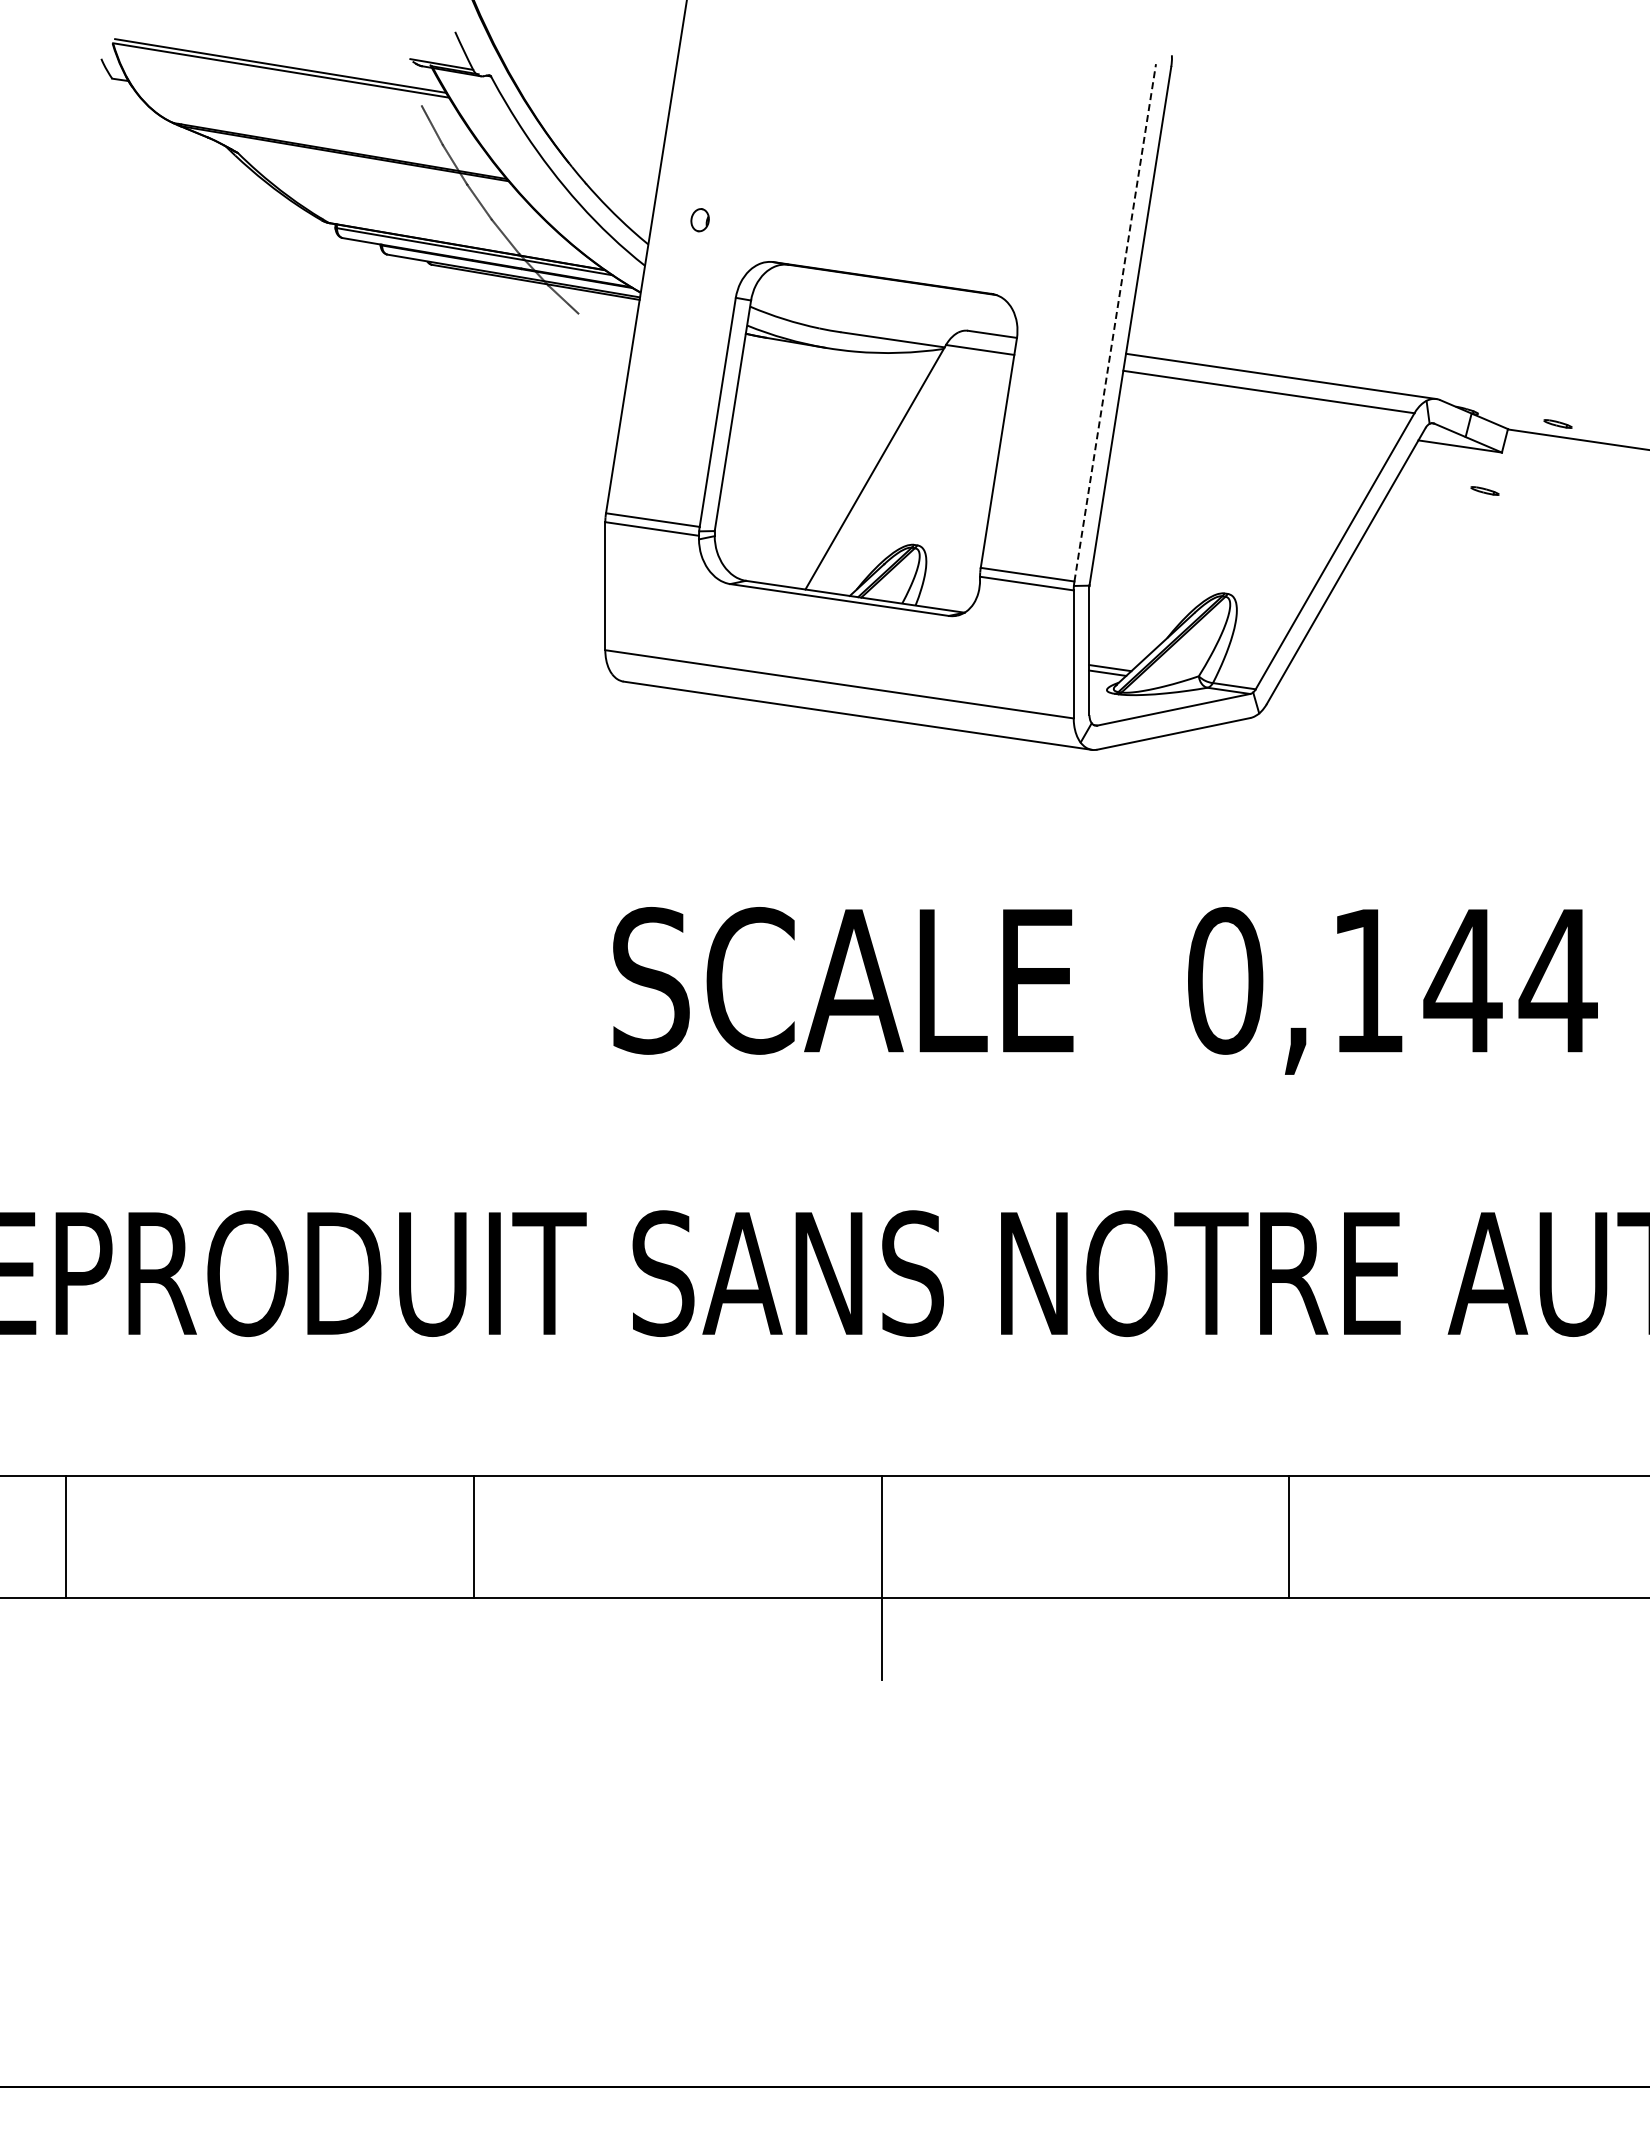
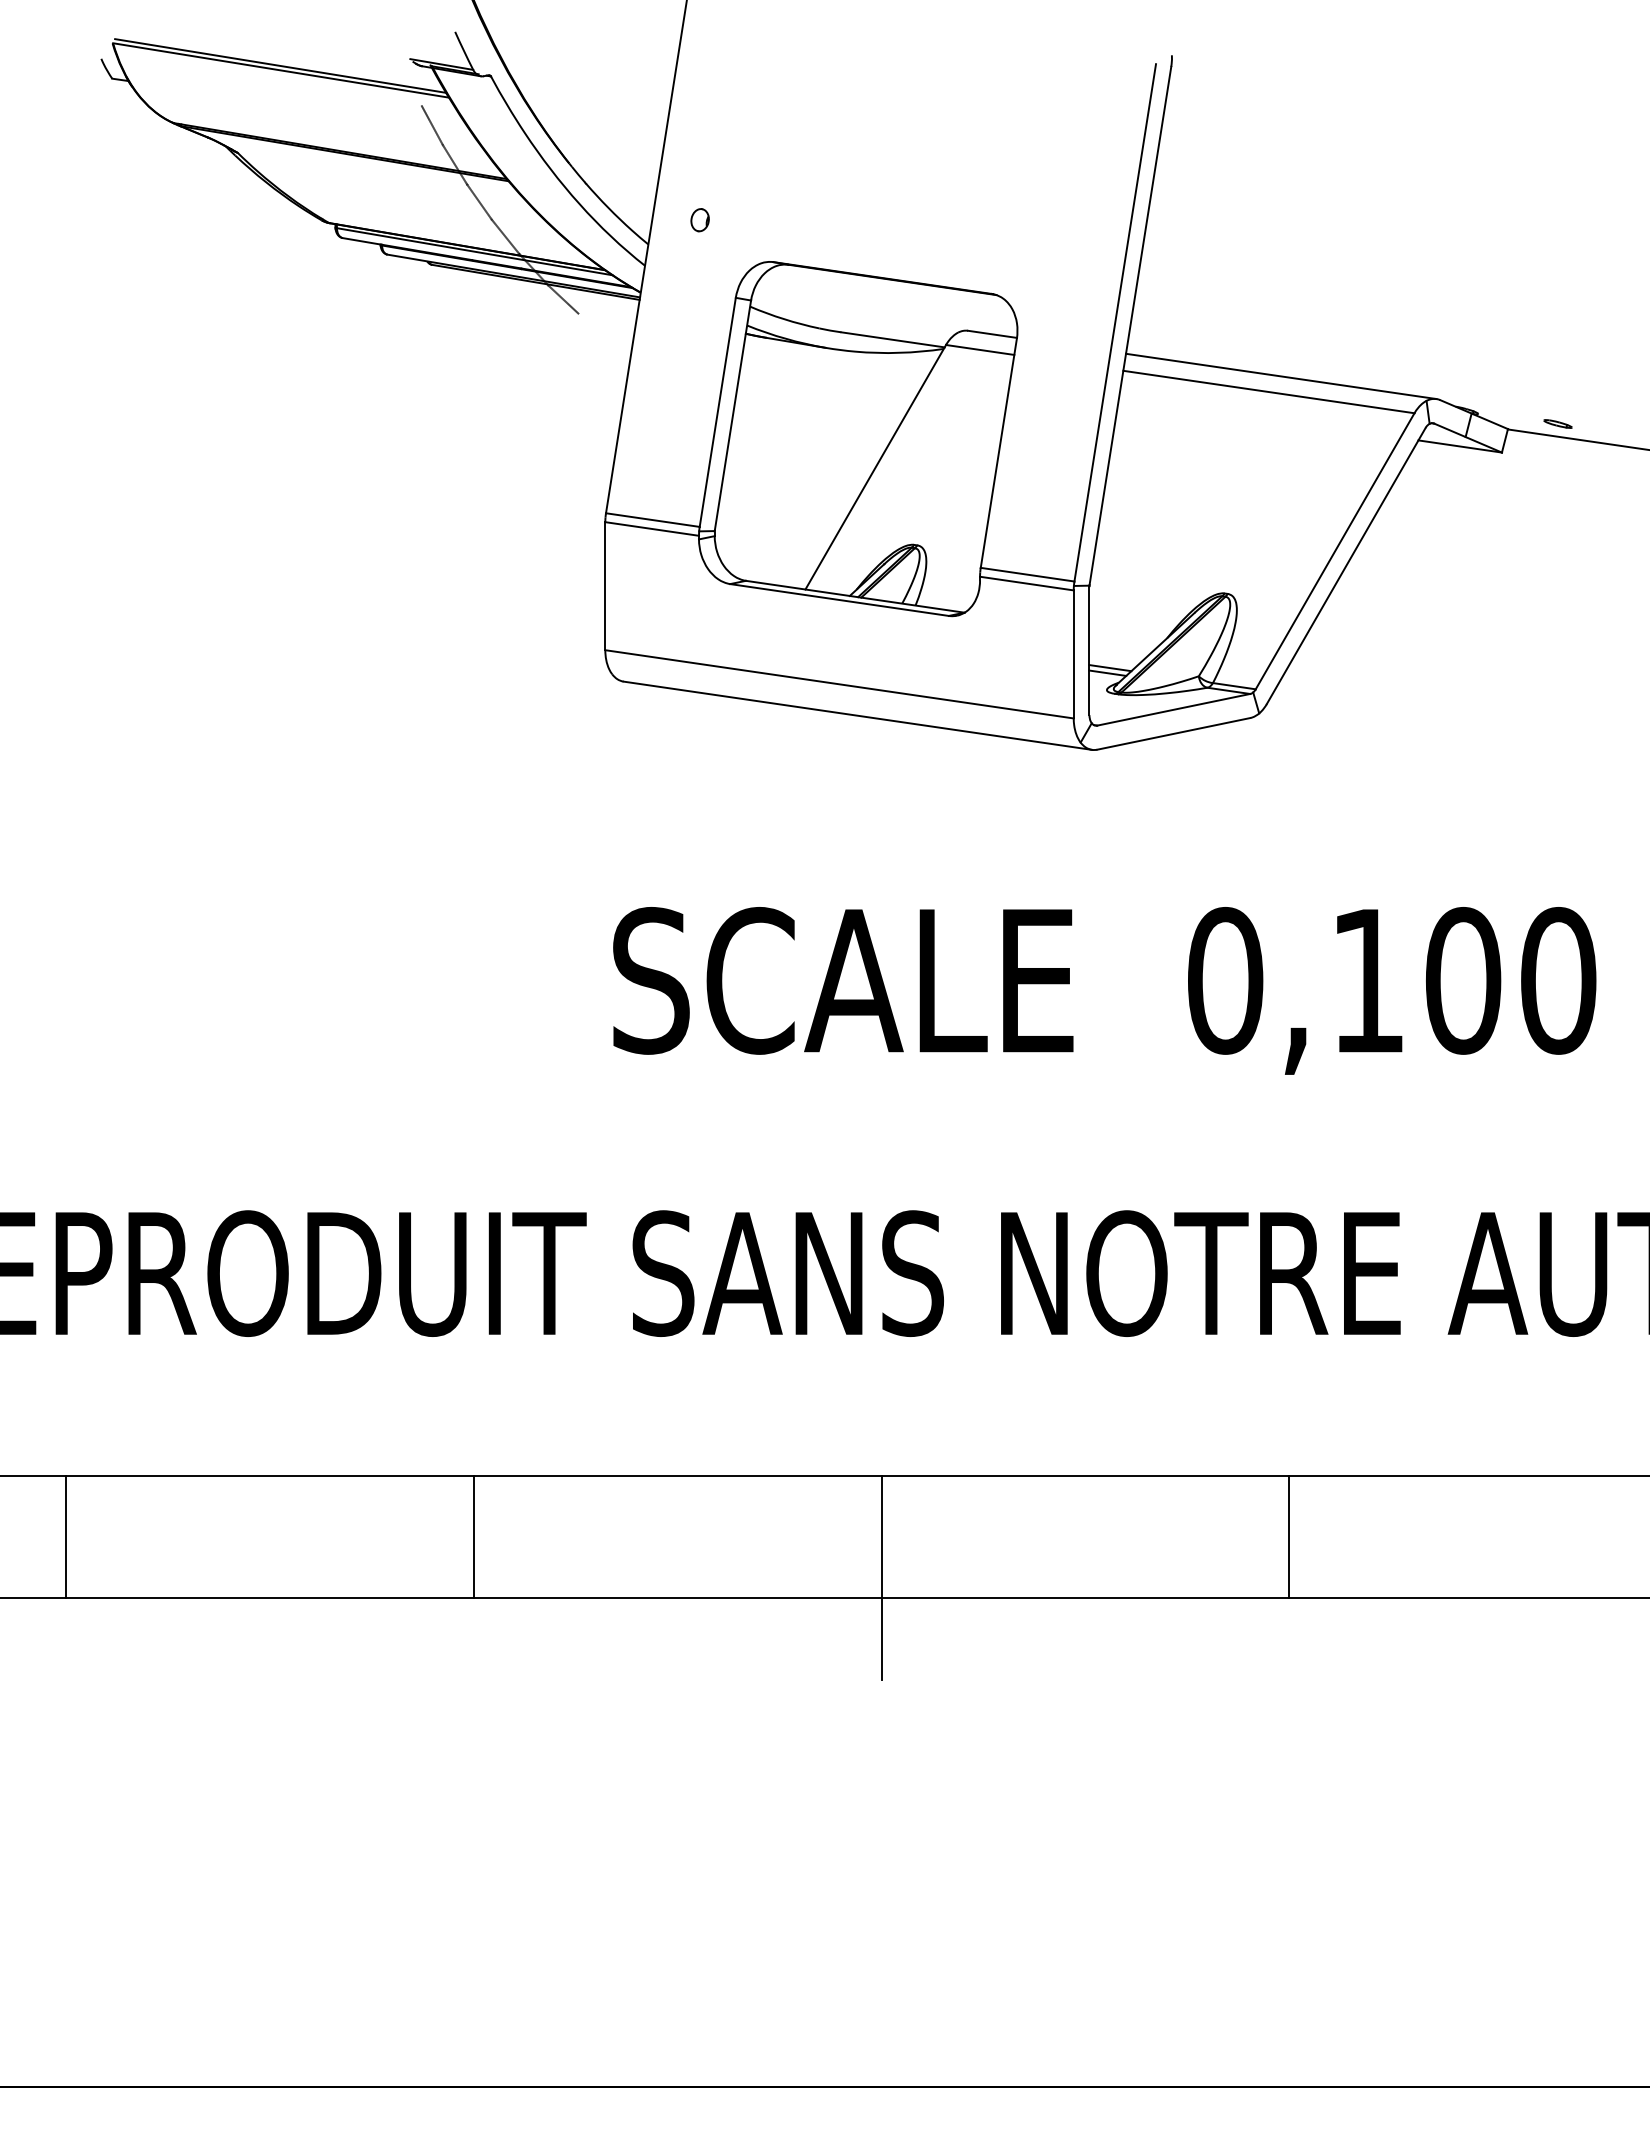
line at (1115, 322): dashed -> solid
part at (1484, 490): present -> none
text at (1510, 980): 0,144 -> 0,100
